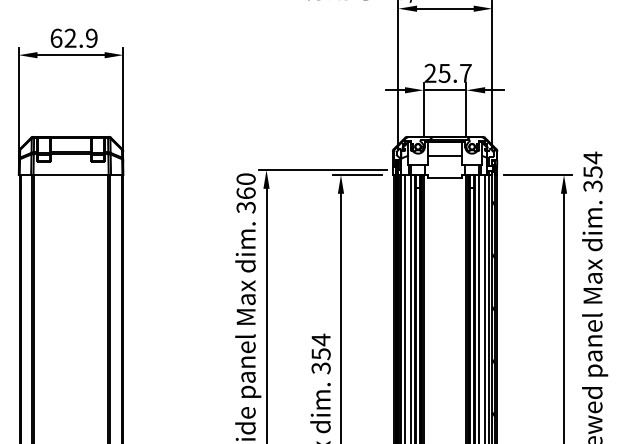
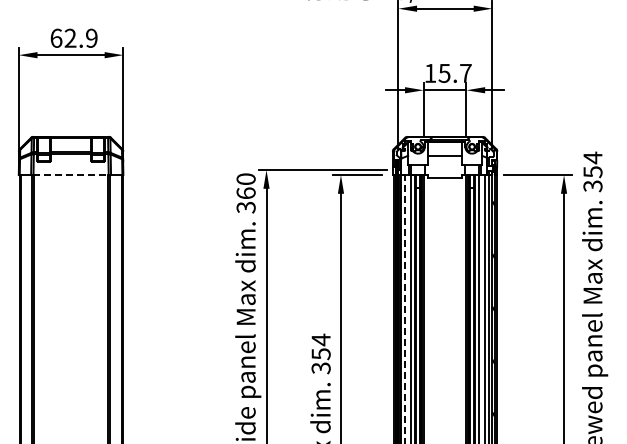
text at (430, 72): 25.7 -> 15.7
line at (71, 175): solid -> dashed
line at (405, 308): solid -> dashed
